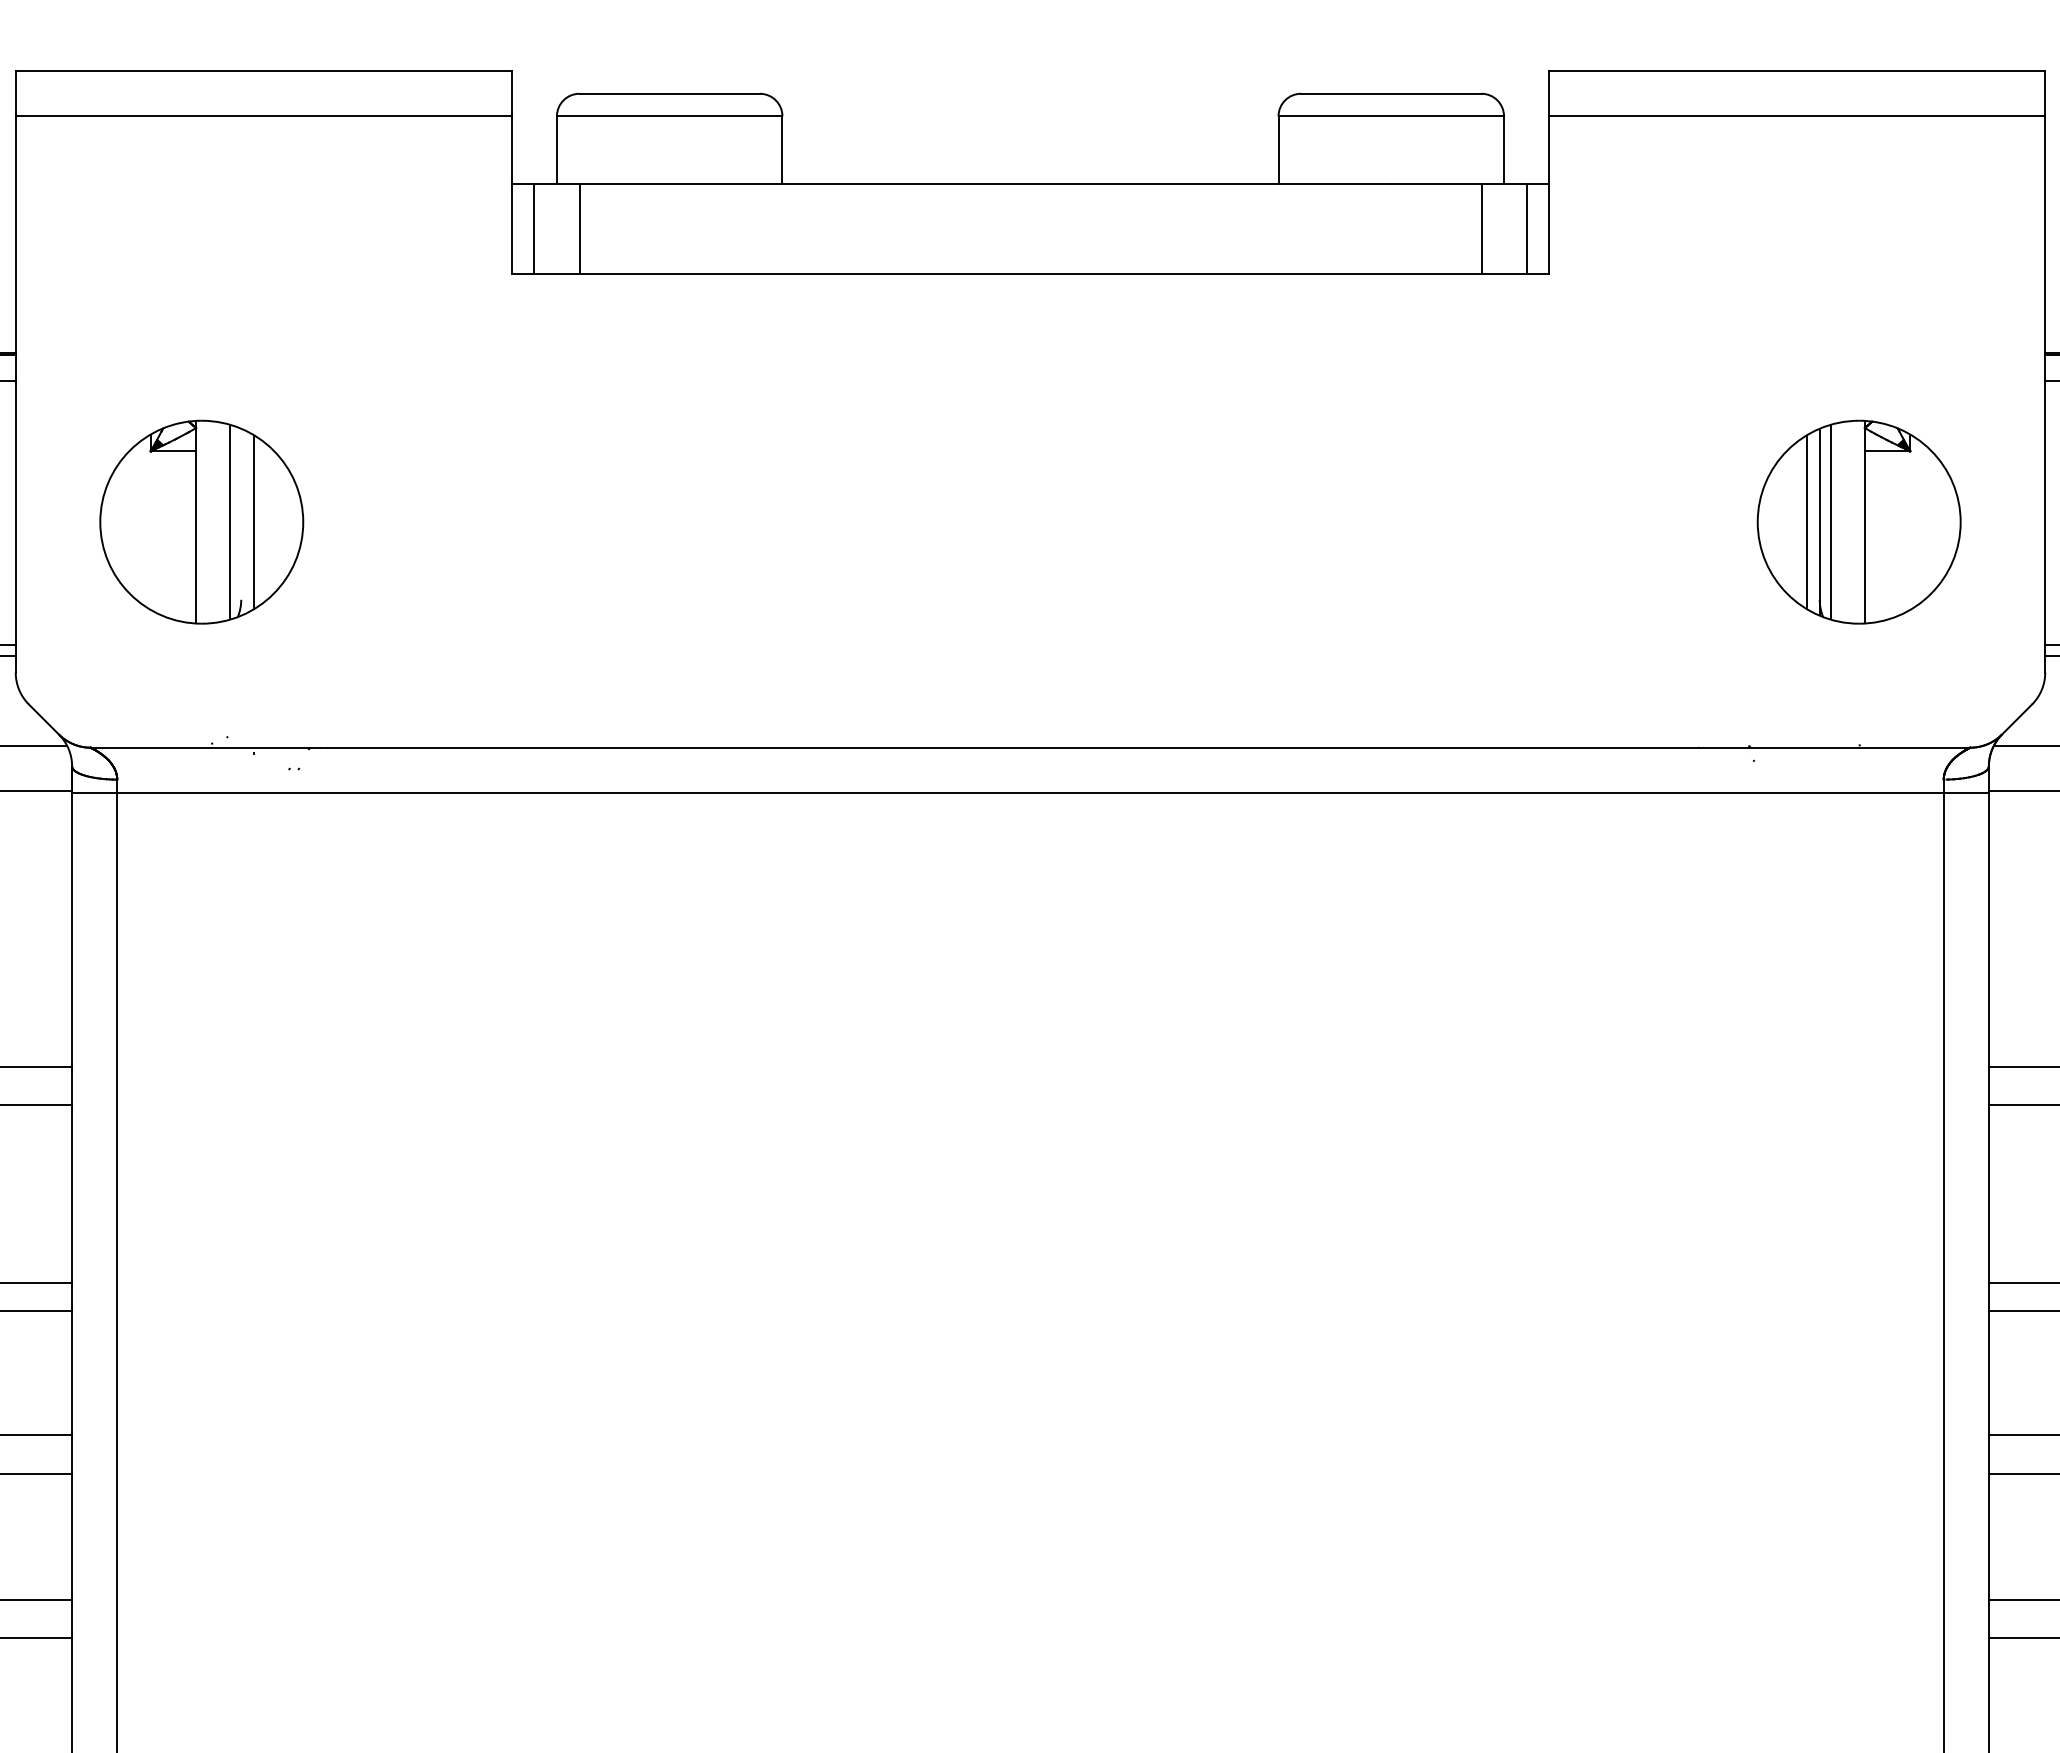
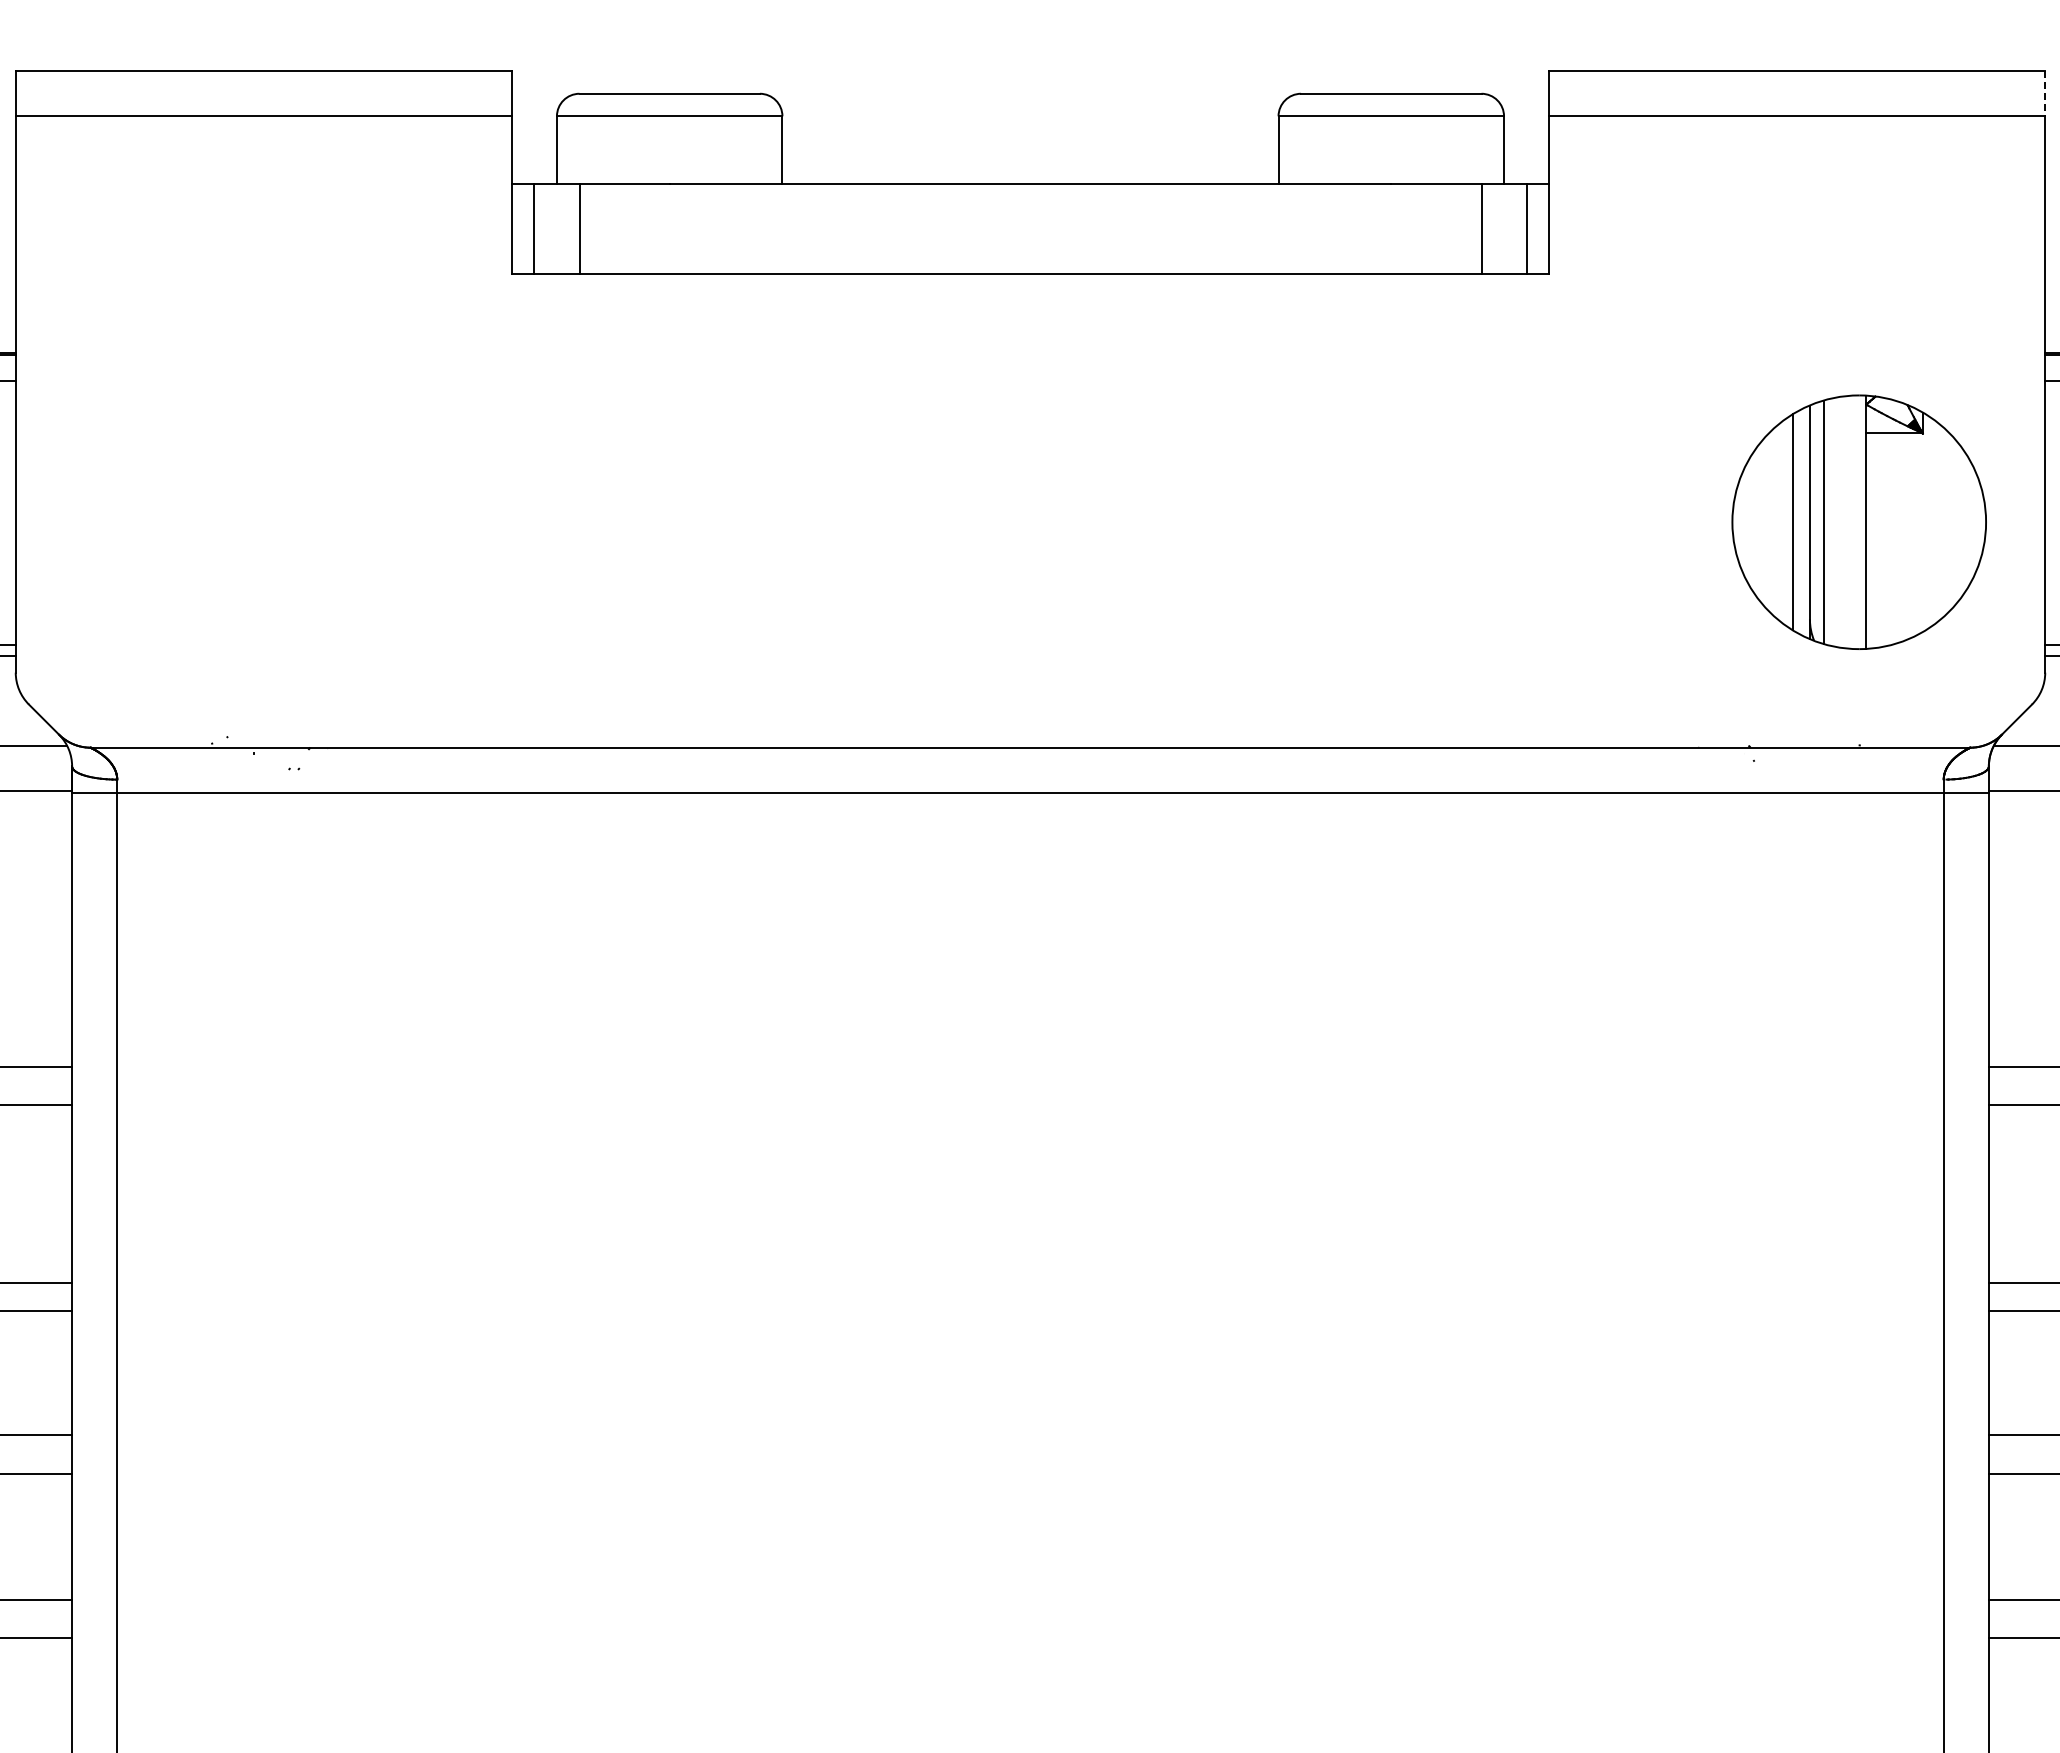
line at (2045, 93): solid -> dashed
part at (201, 521): present -> none
part at (1858, 521) size: 206x206 px -> 256x256 px
